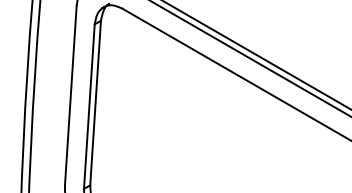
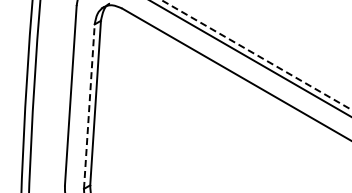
line at (256, 55): solid -> dashed
line at (89, 106): solid -> dashed
